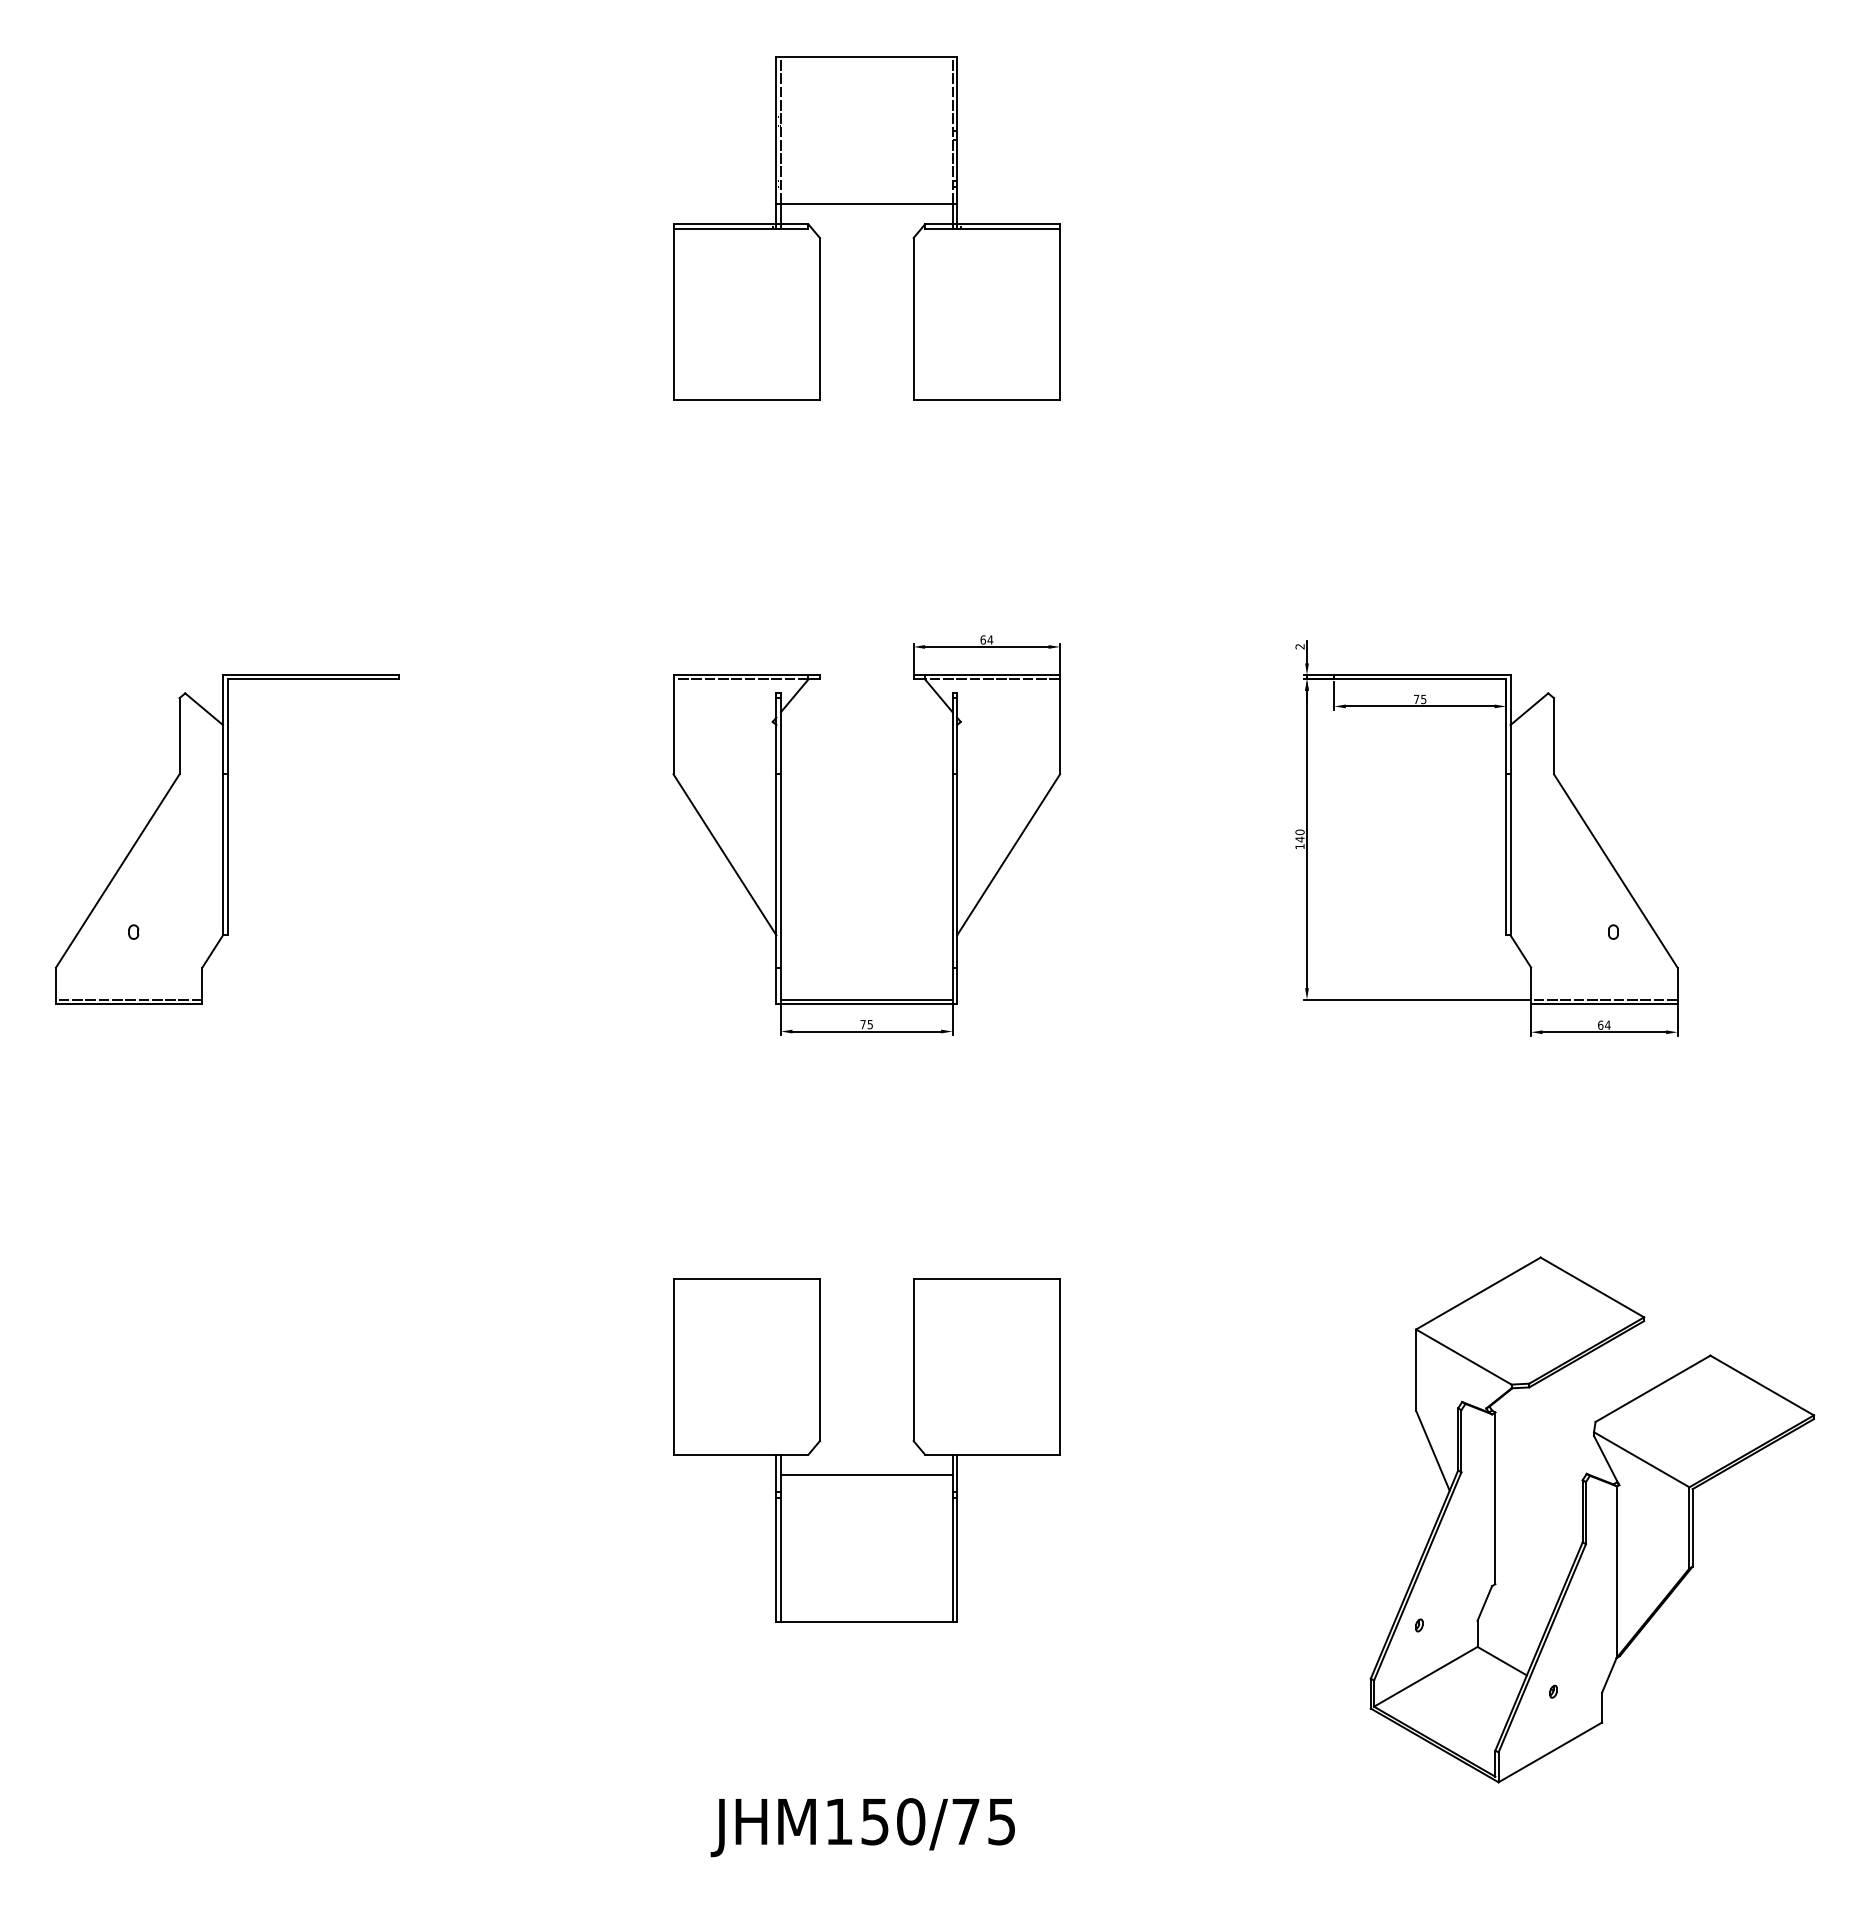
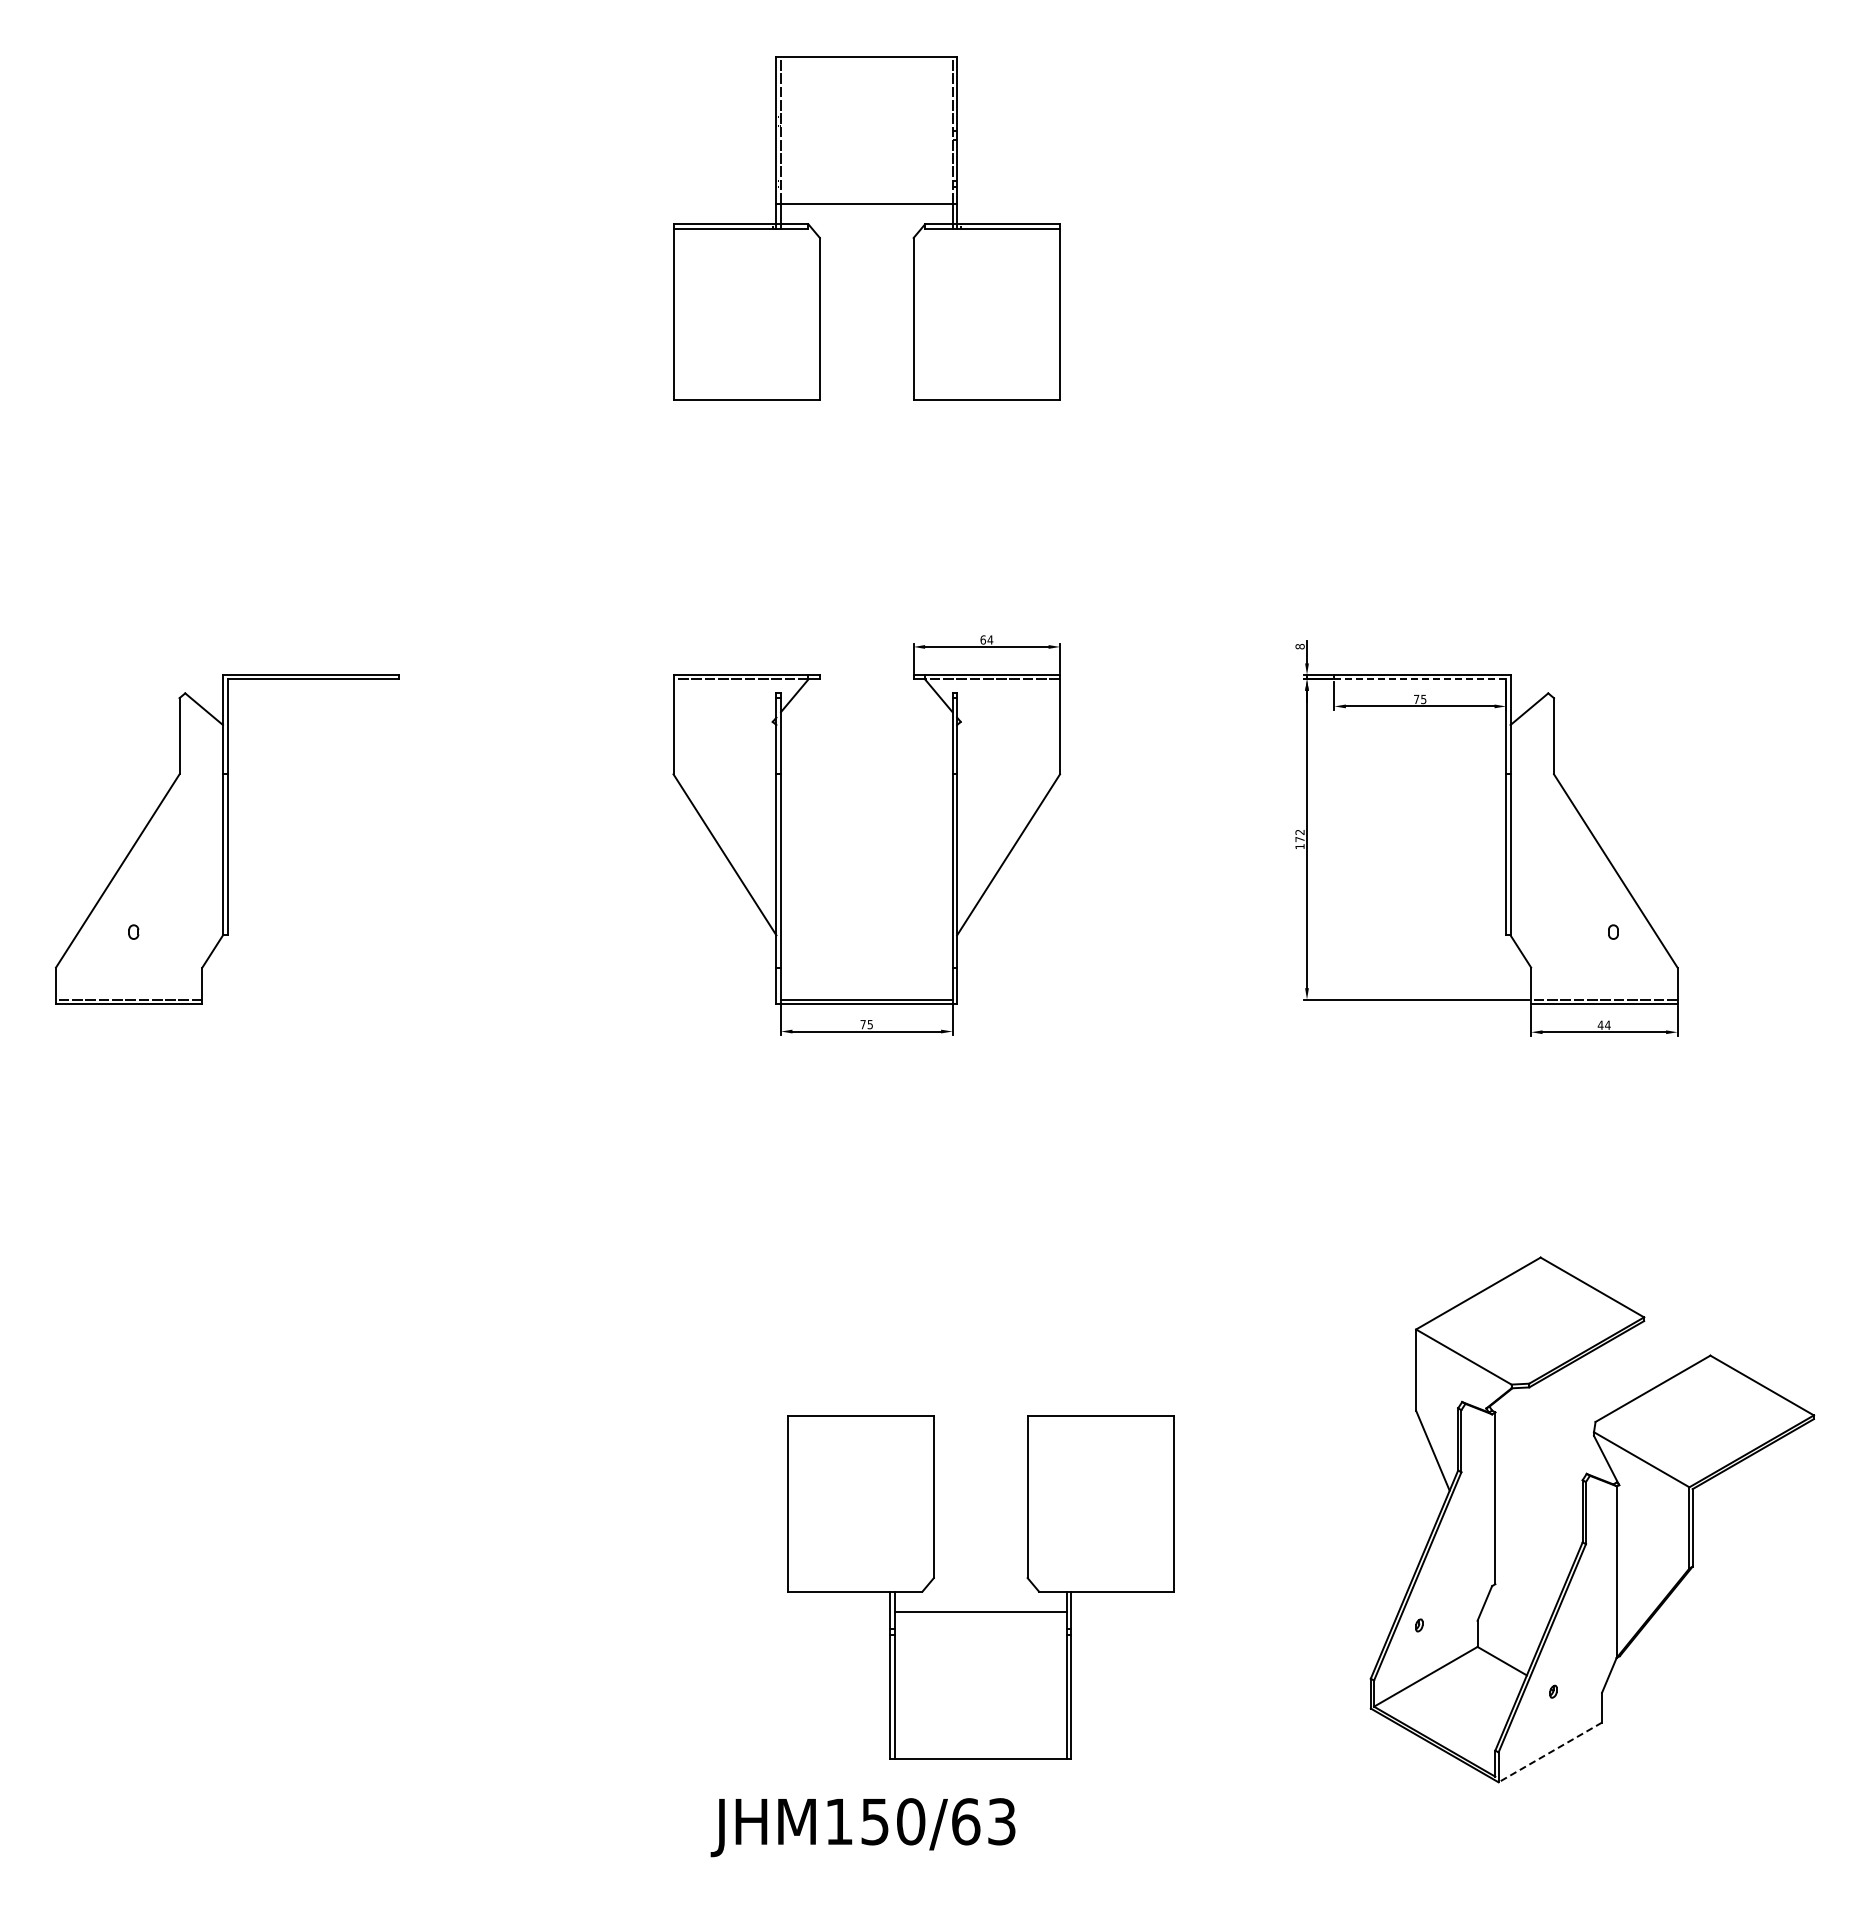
text at (1299, 646): 2 -> 8
line at (1420, 679): solid -> dashed
text at (1299, 835): 140 -> 172
text at (1600, 1024): 64 -> 44
part at (866, 1474) position: (866, 1474) -> (980, 1611)
line at (1550, 1752): solid -> dashed
text at (983, 1821): JHM150/75 -> JHM150/63
